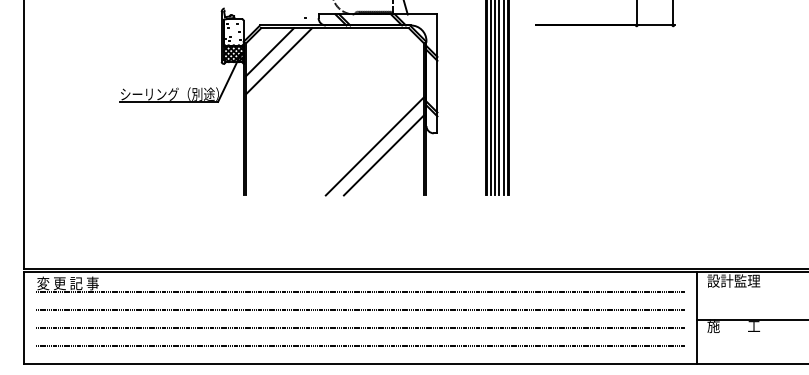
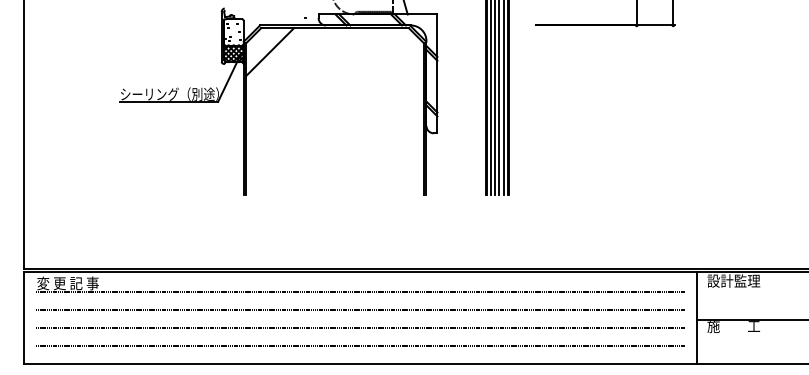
line at (279, 60): present -> none
line at (374, 146): present -> none
line at (383, 155): present -> none
